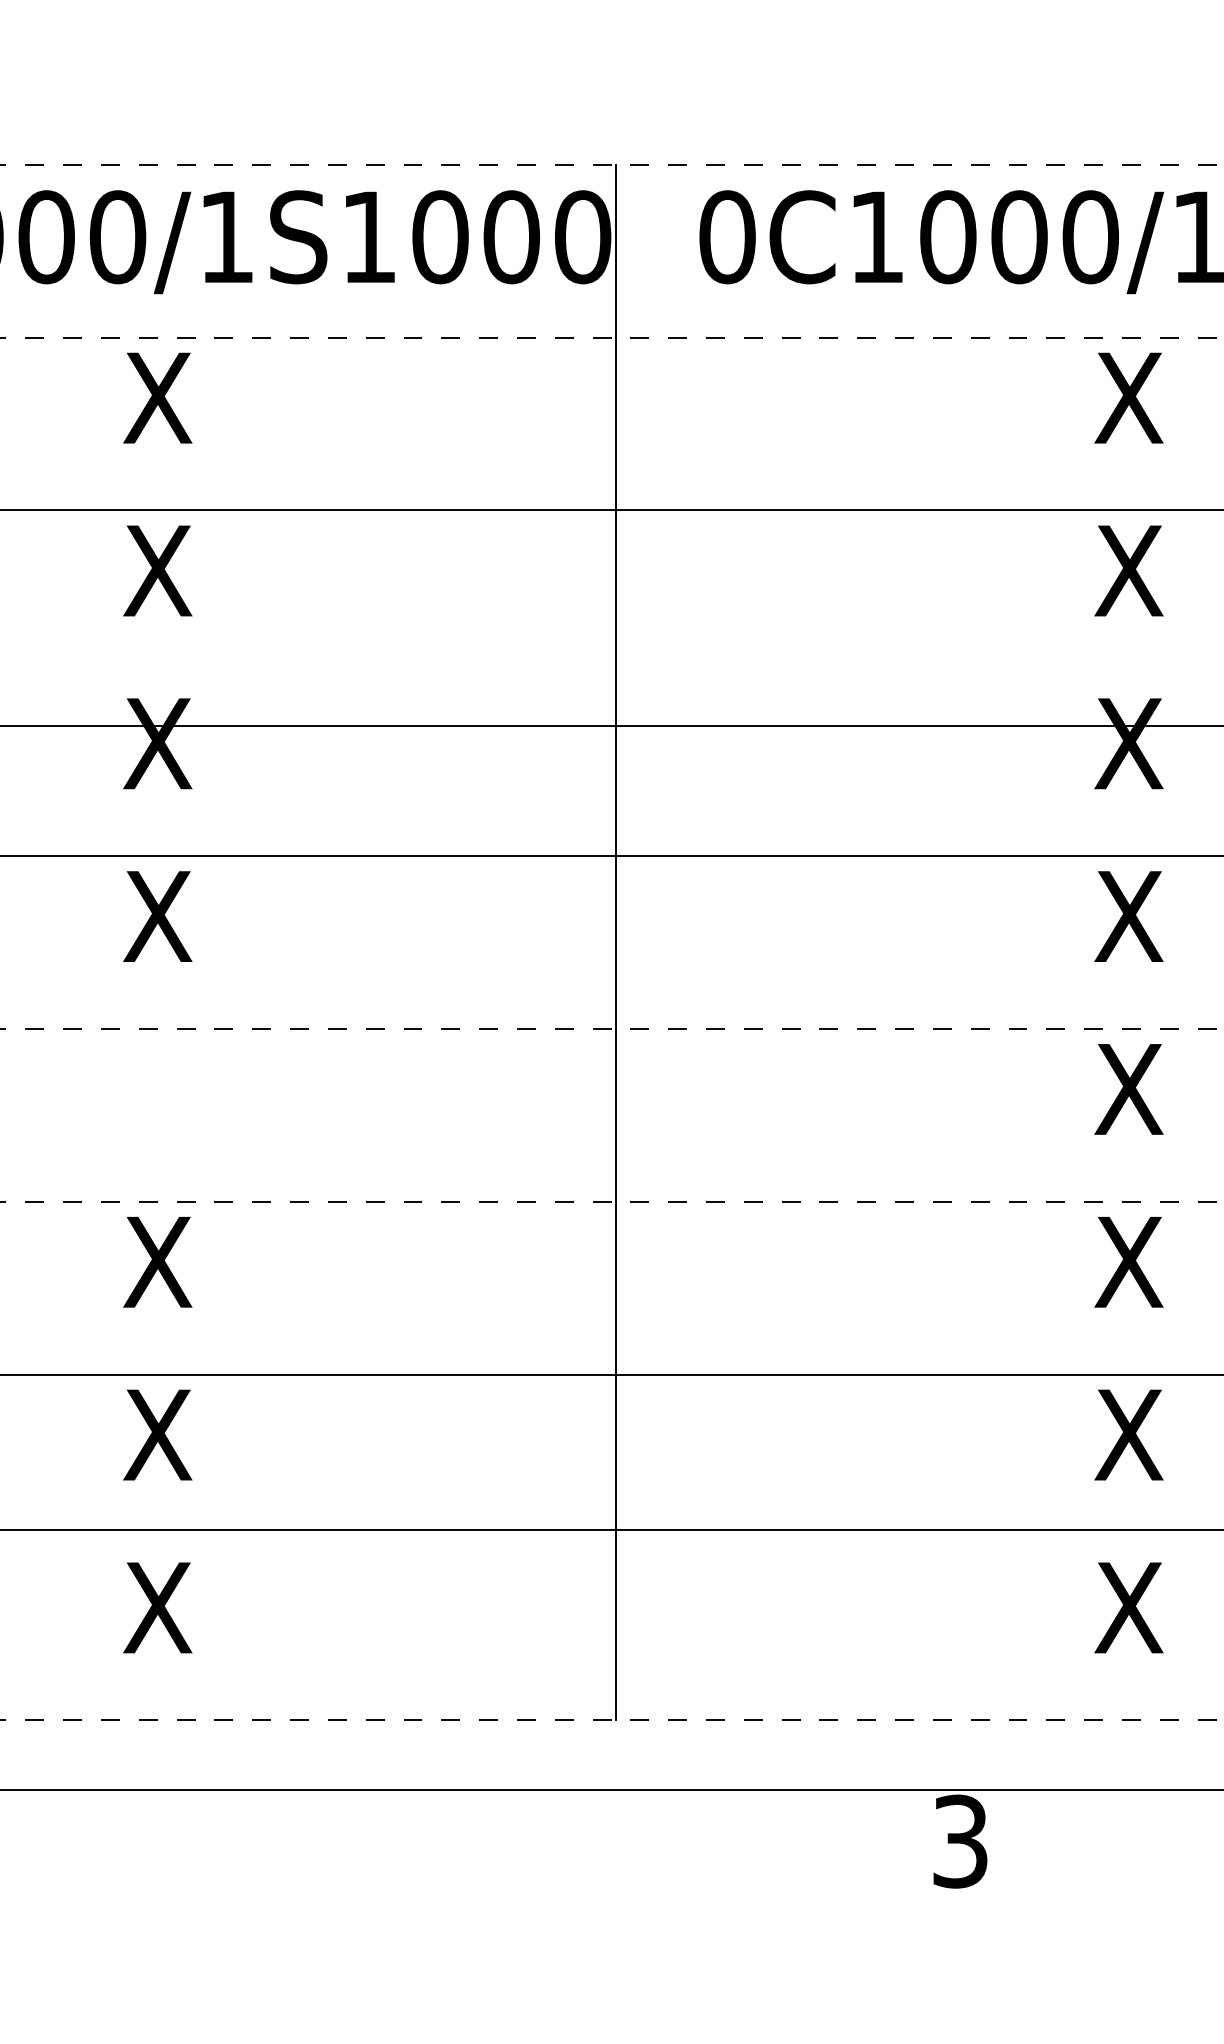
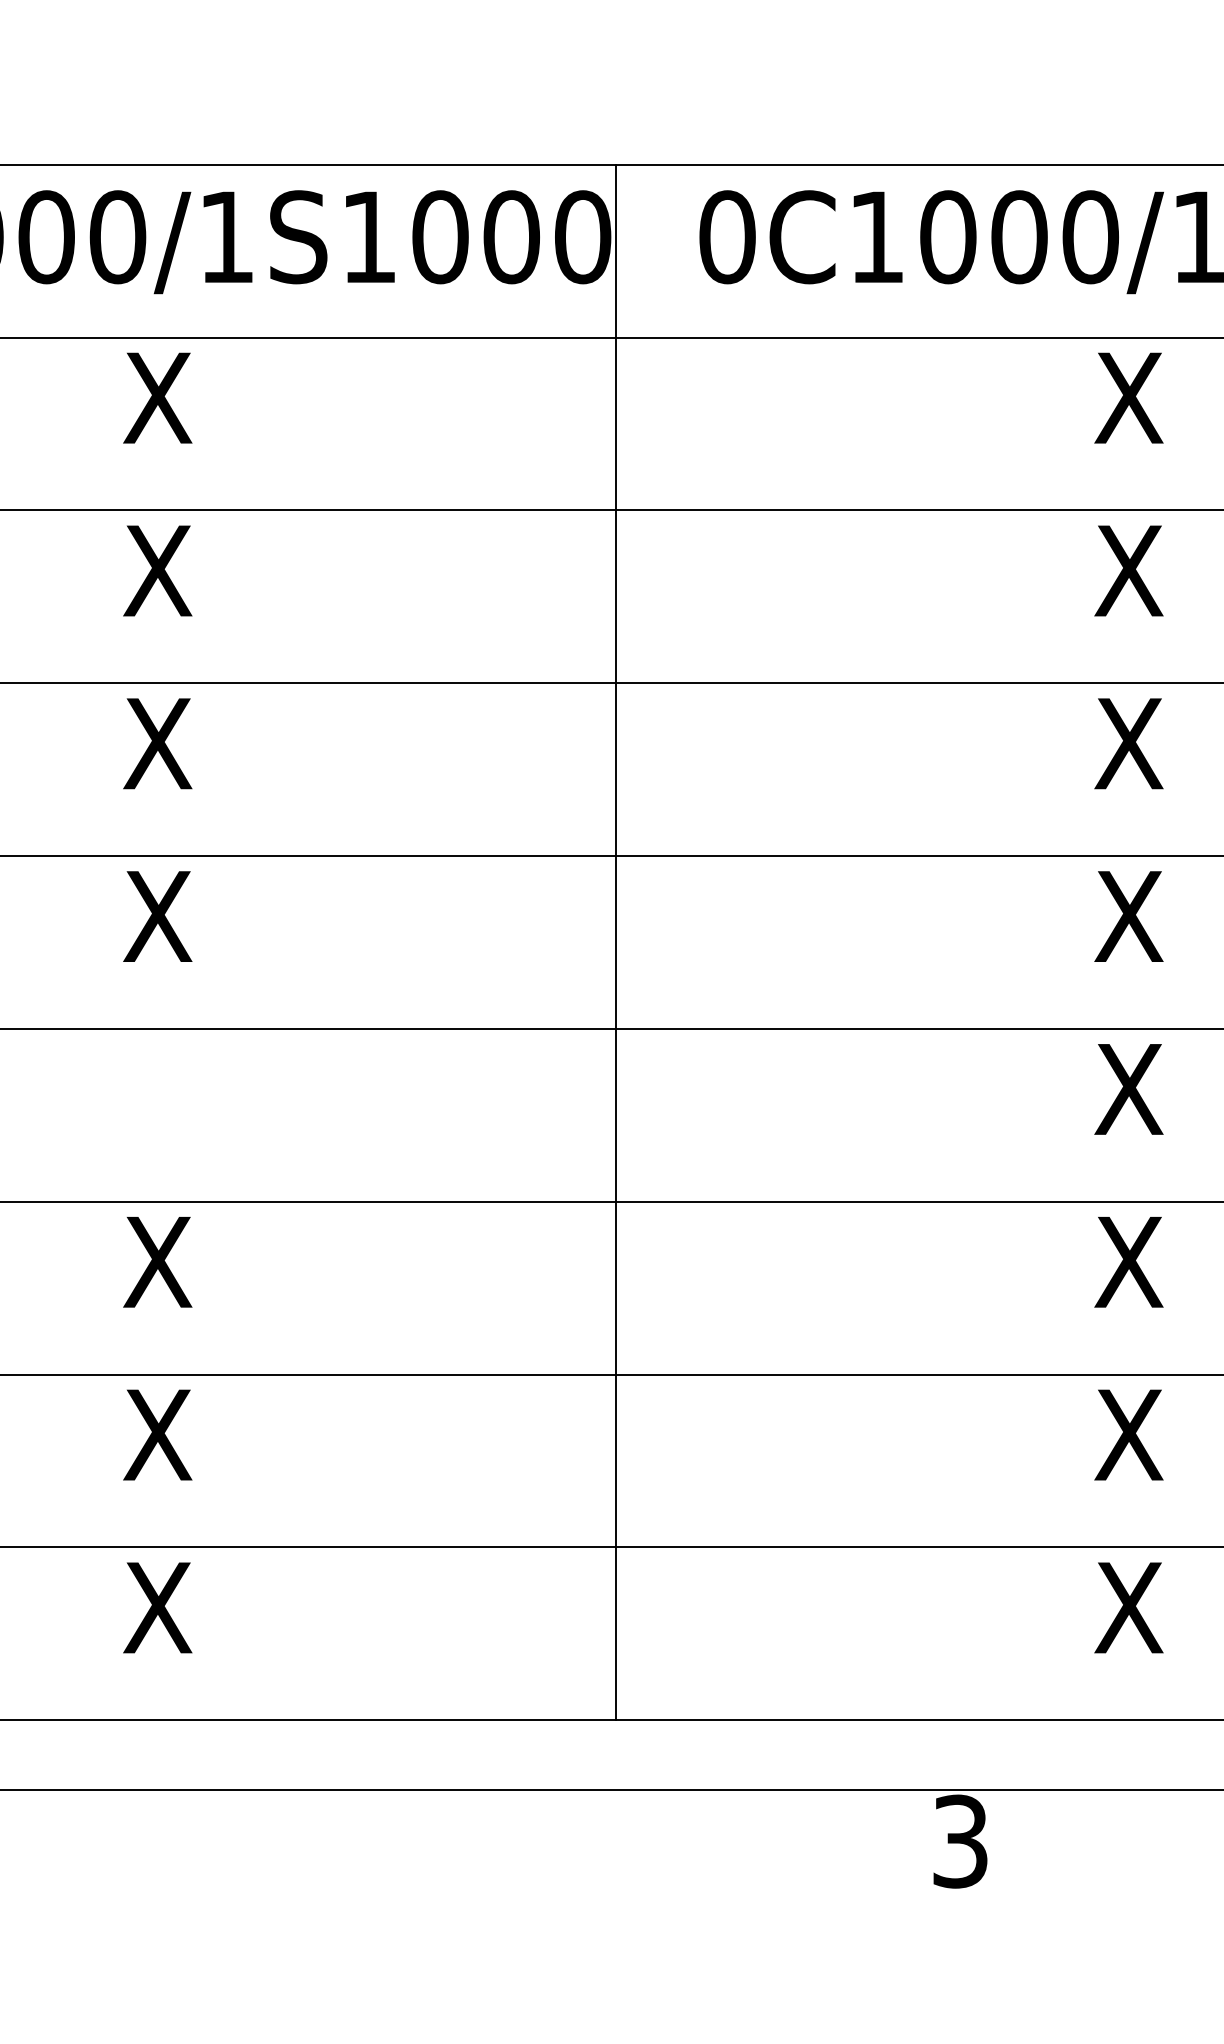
line at (612, 164): dashed -> solid
line at (612, 337): dashed -> solid
line at (611, 726) position: (611, 726) -> (611, 683)
line at (612, 1028): dashed -> solid
line at (612, 1201): dashed -> solid
line at (611, 1530) position: (611, 1530) -> (611, 1547)
line at (612, 1720): dashed -> solid
